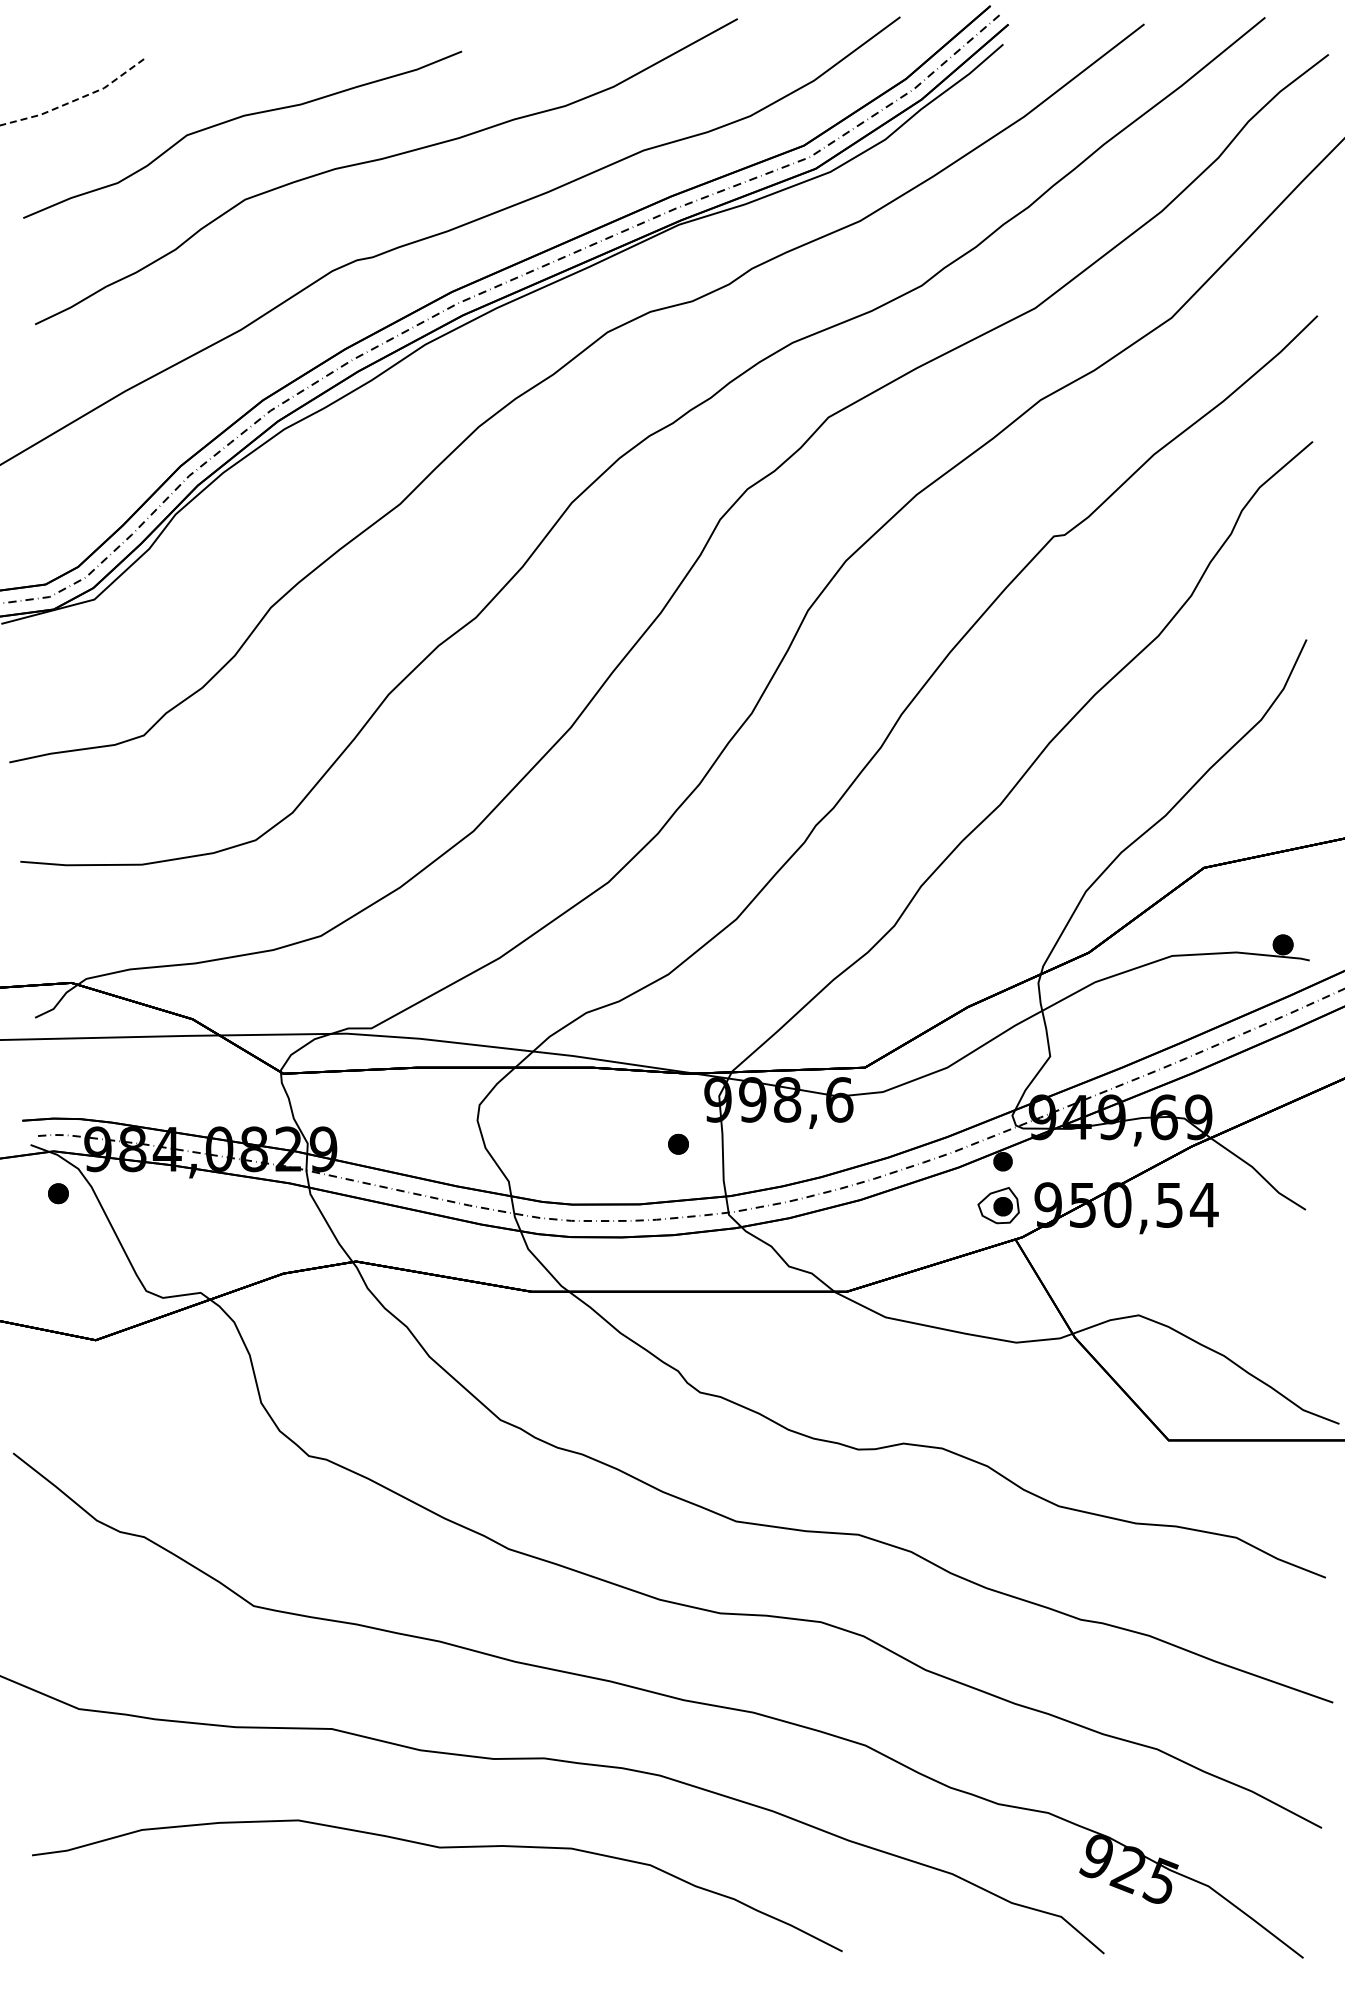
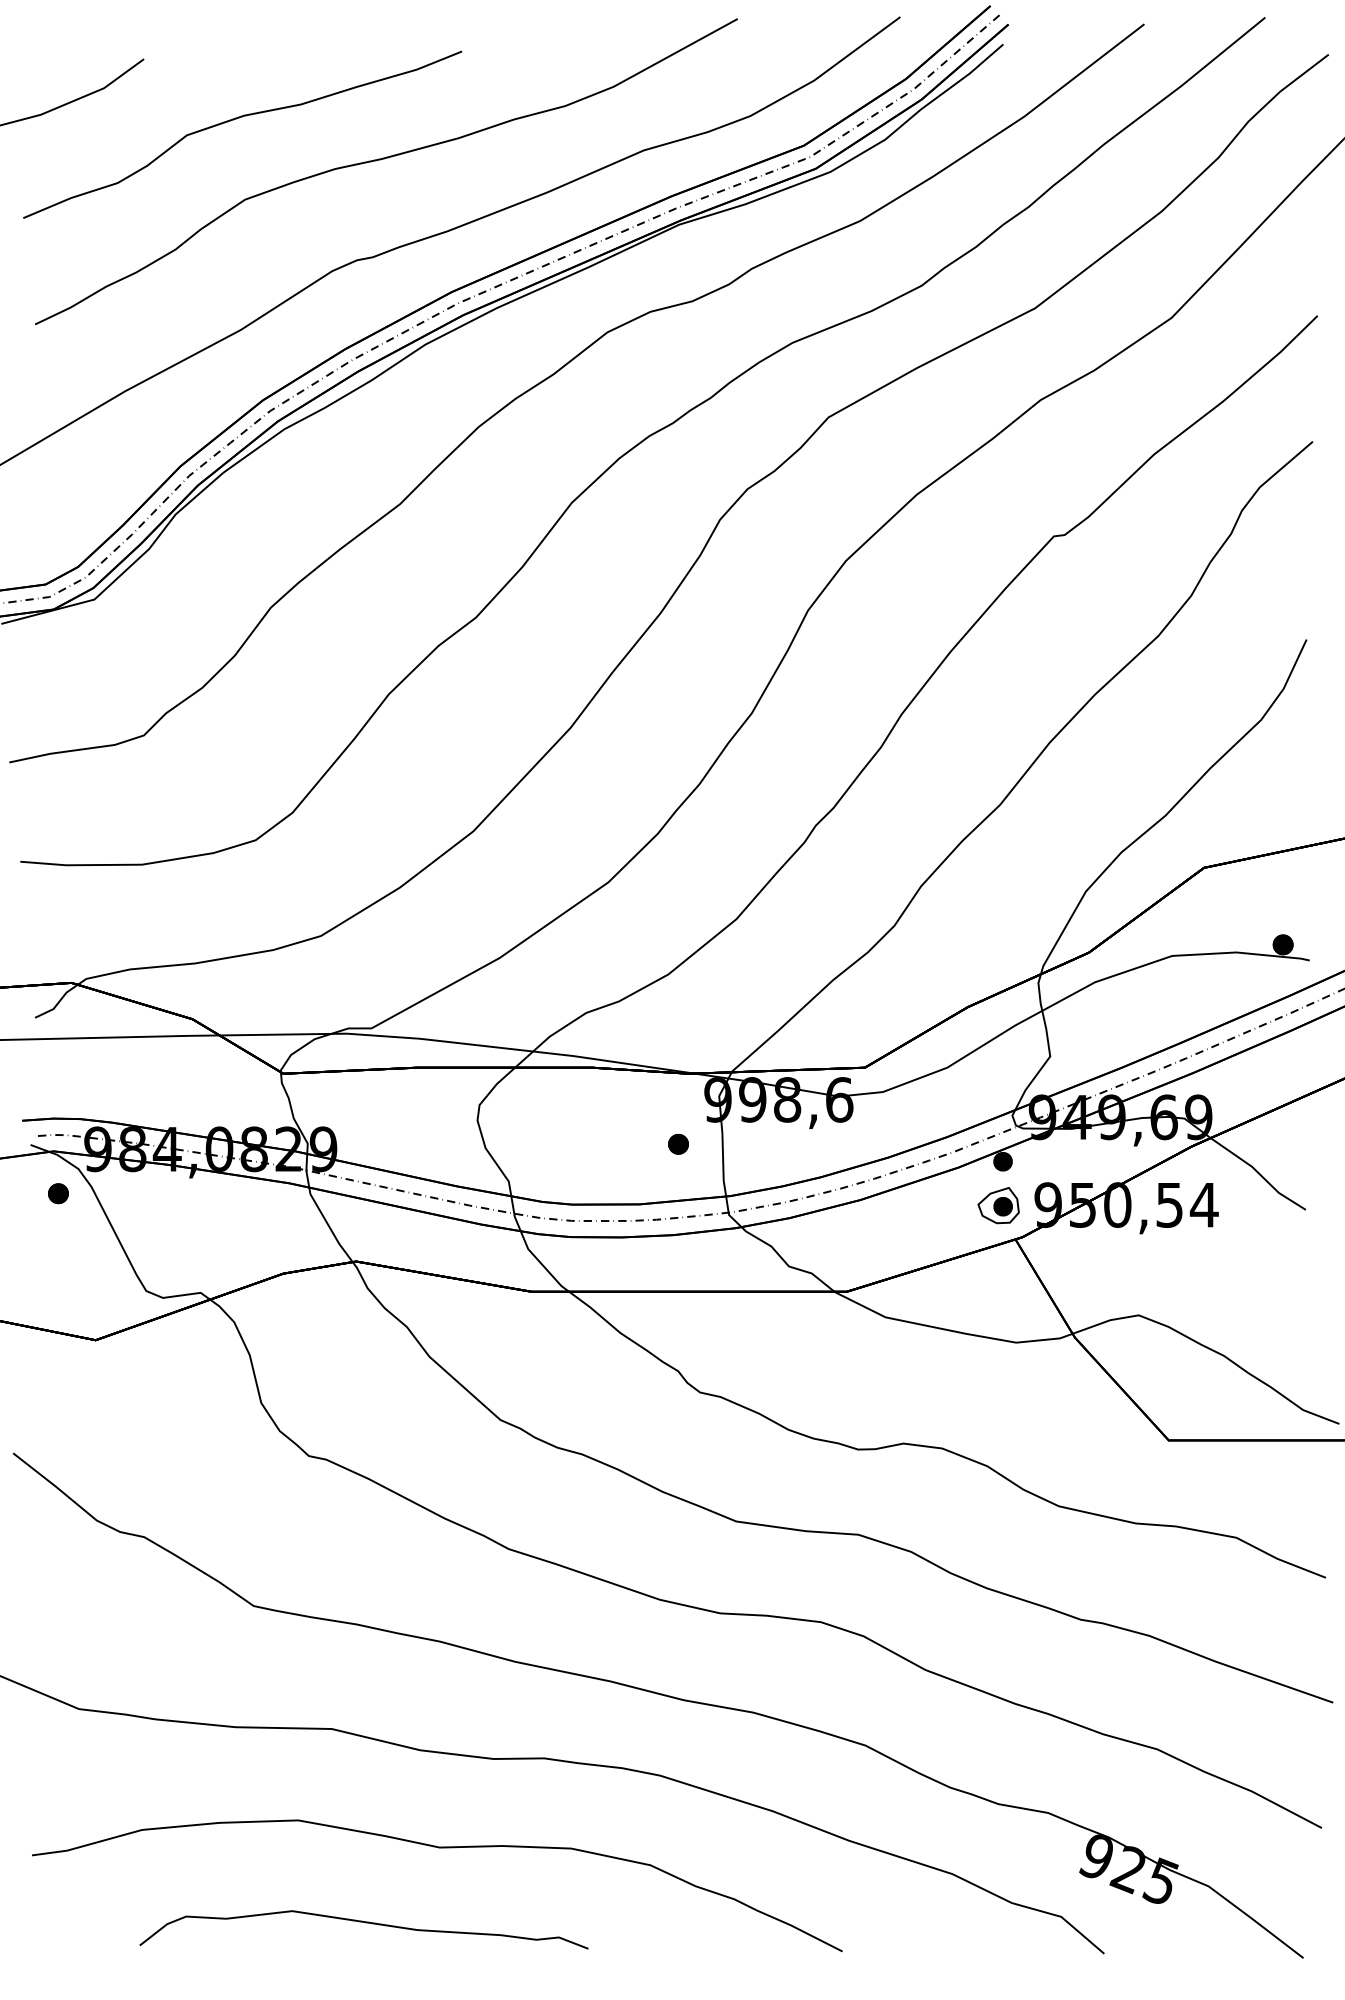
line at (75, 100): dashed -> solid
curve at (365, 1923): none -> present
